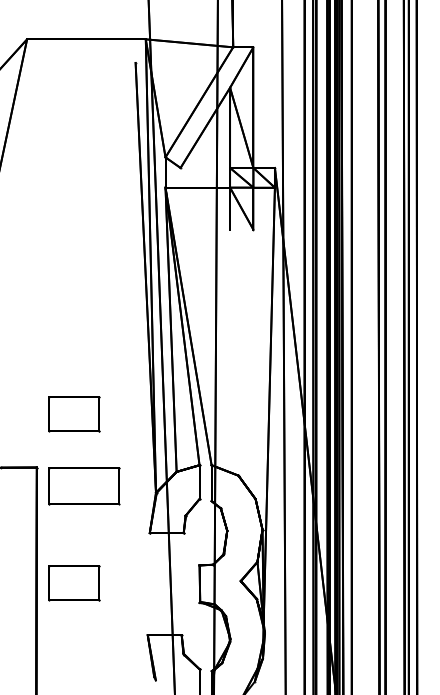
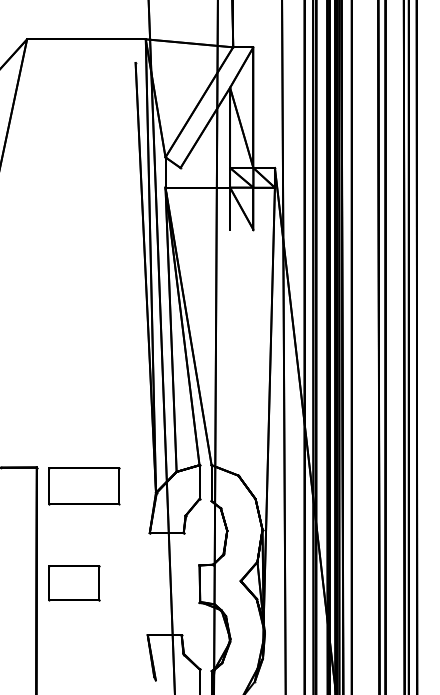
part at (74, 414): present -> none
